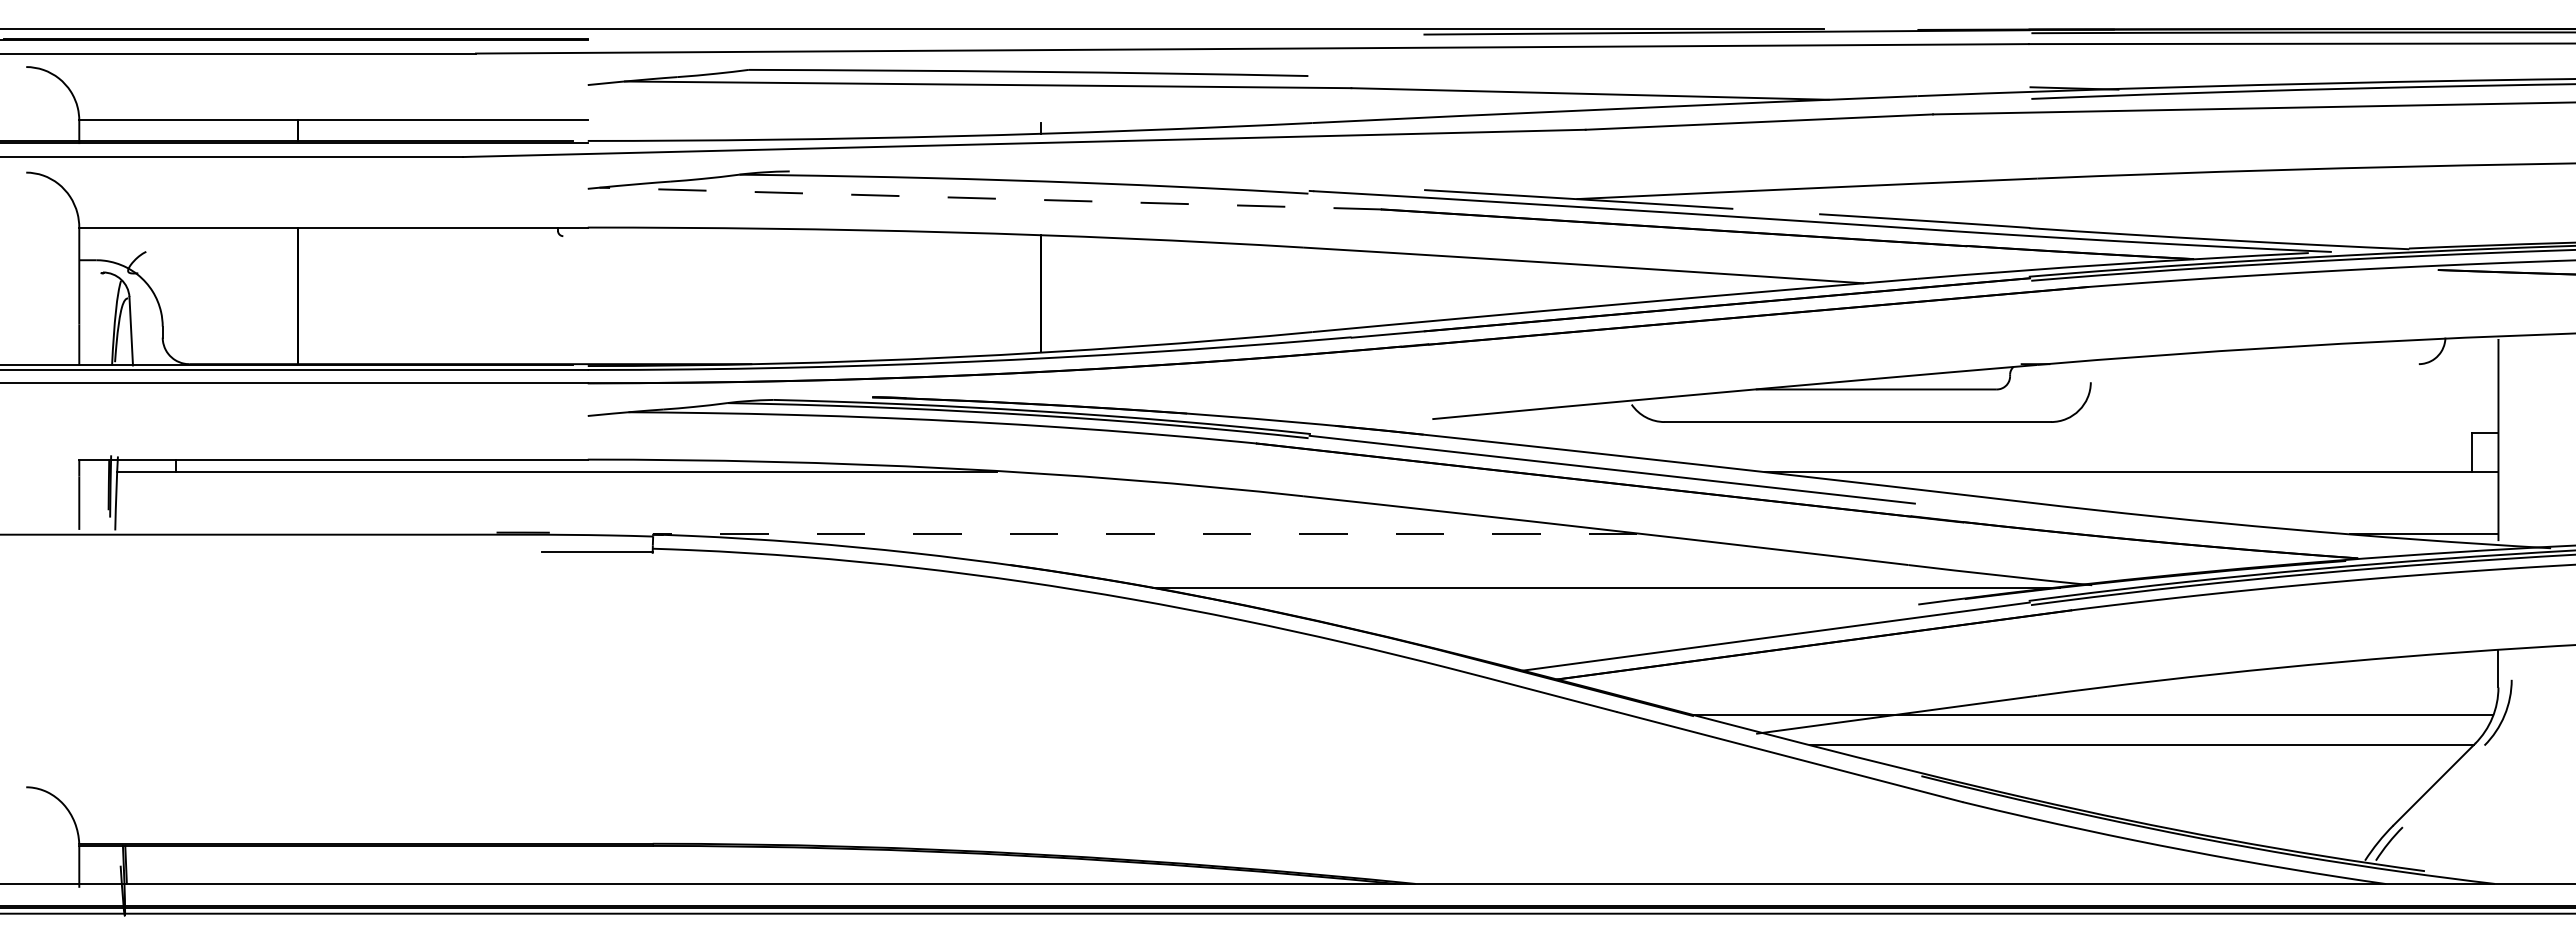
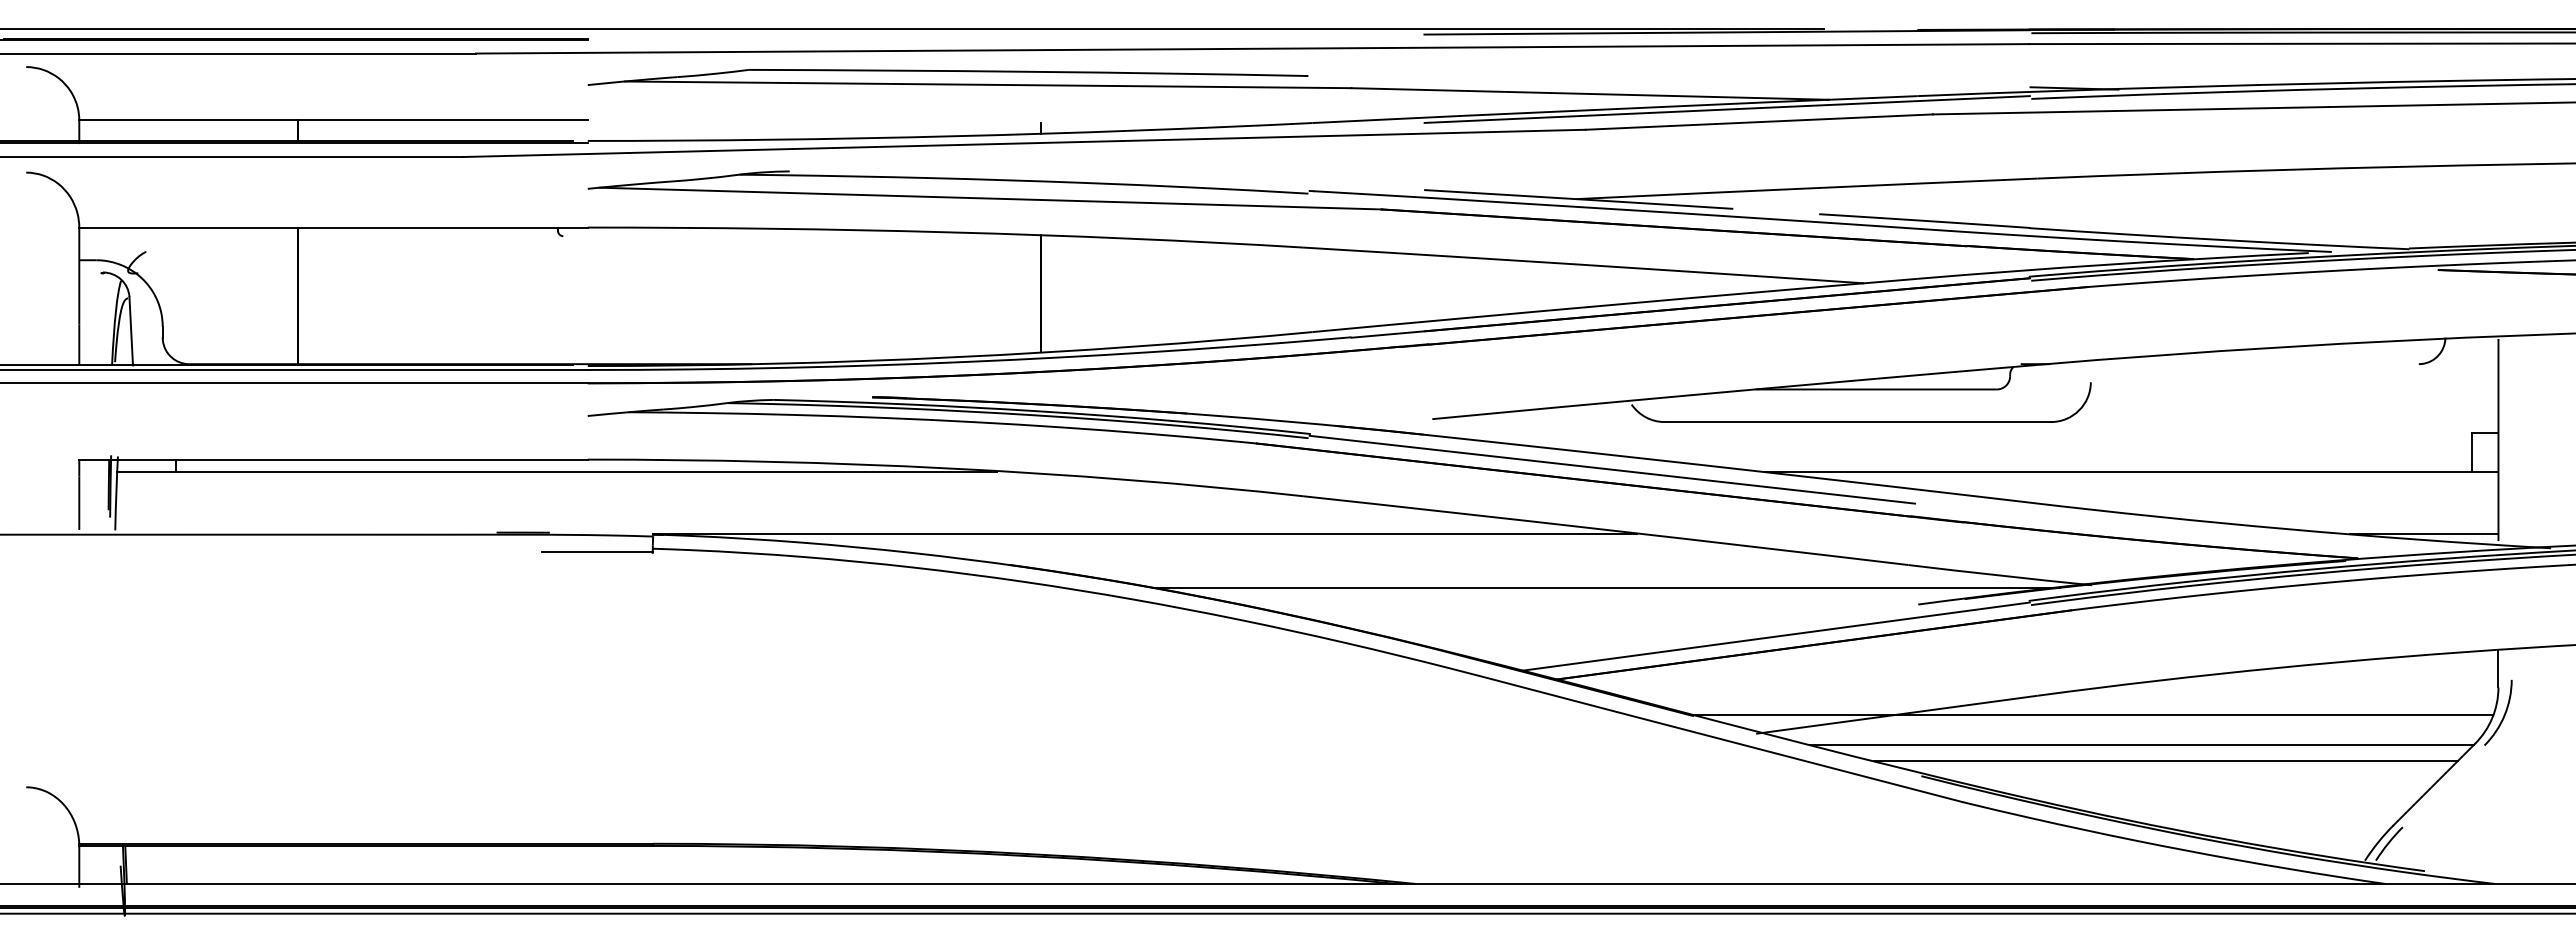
line at (1726, 109): none -> present
line at (990, 198): dashed -> solid
line at (1145, 534): dashed -> solid
line at (2165, 760): none -> present
